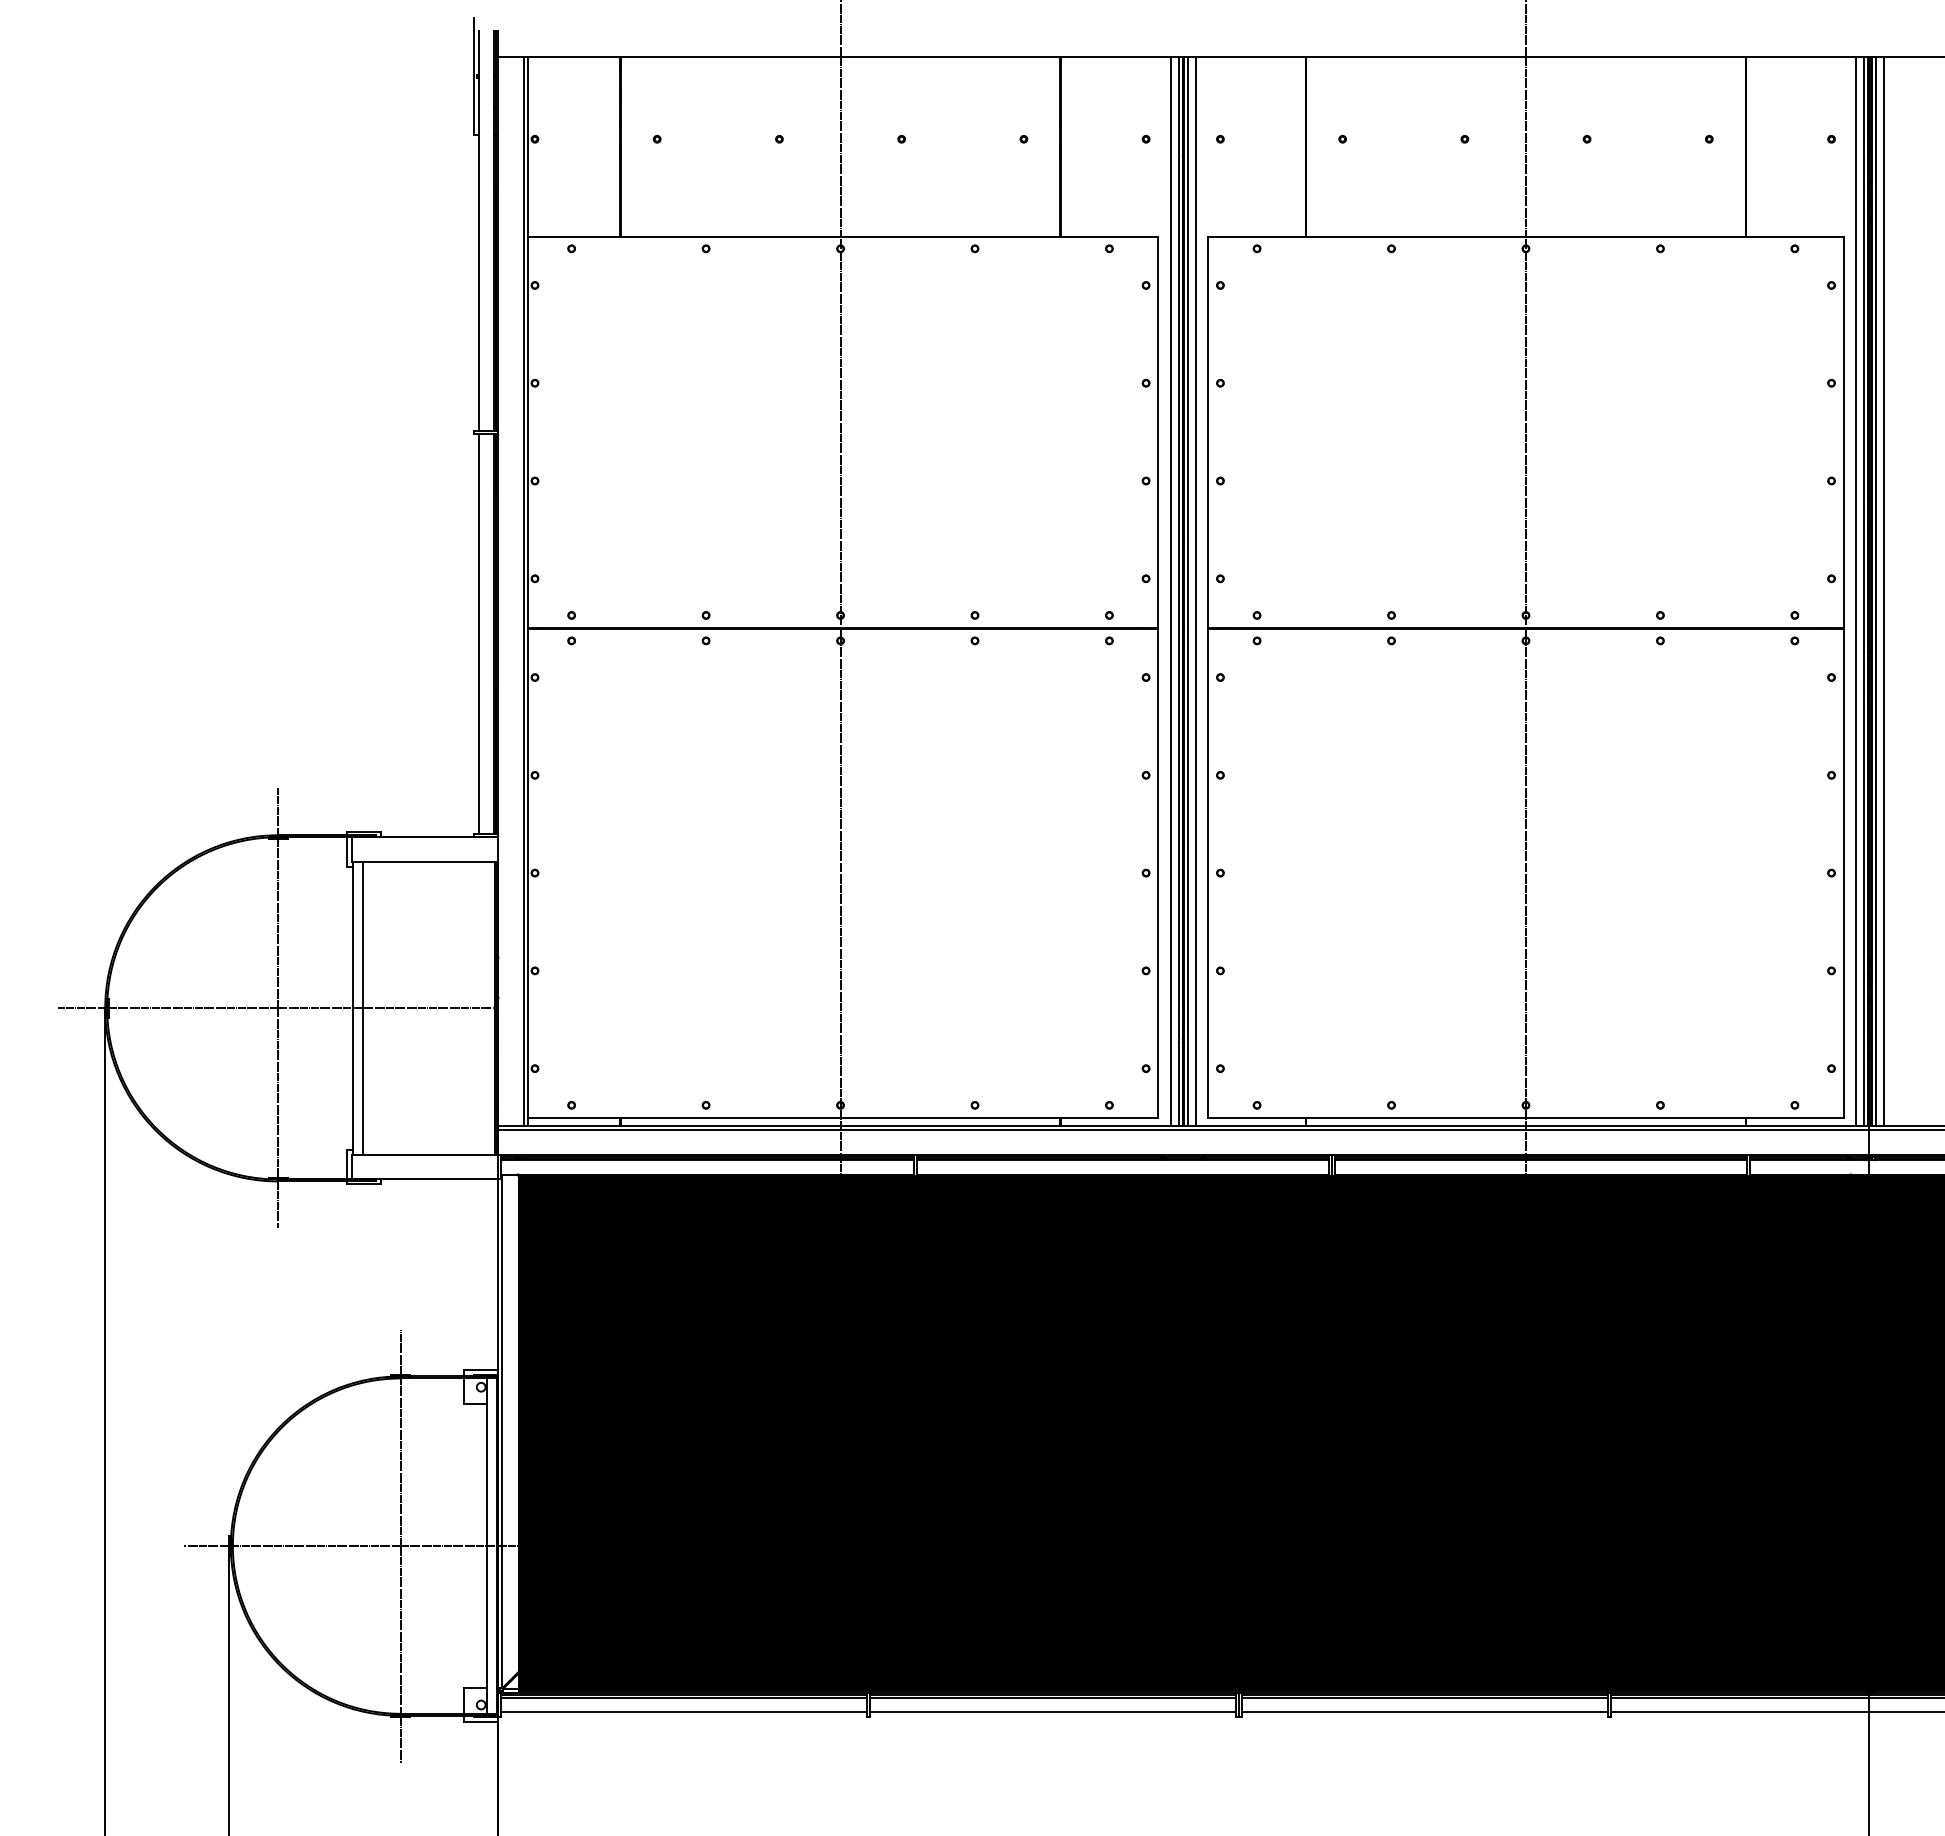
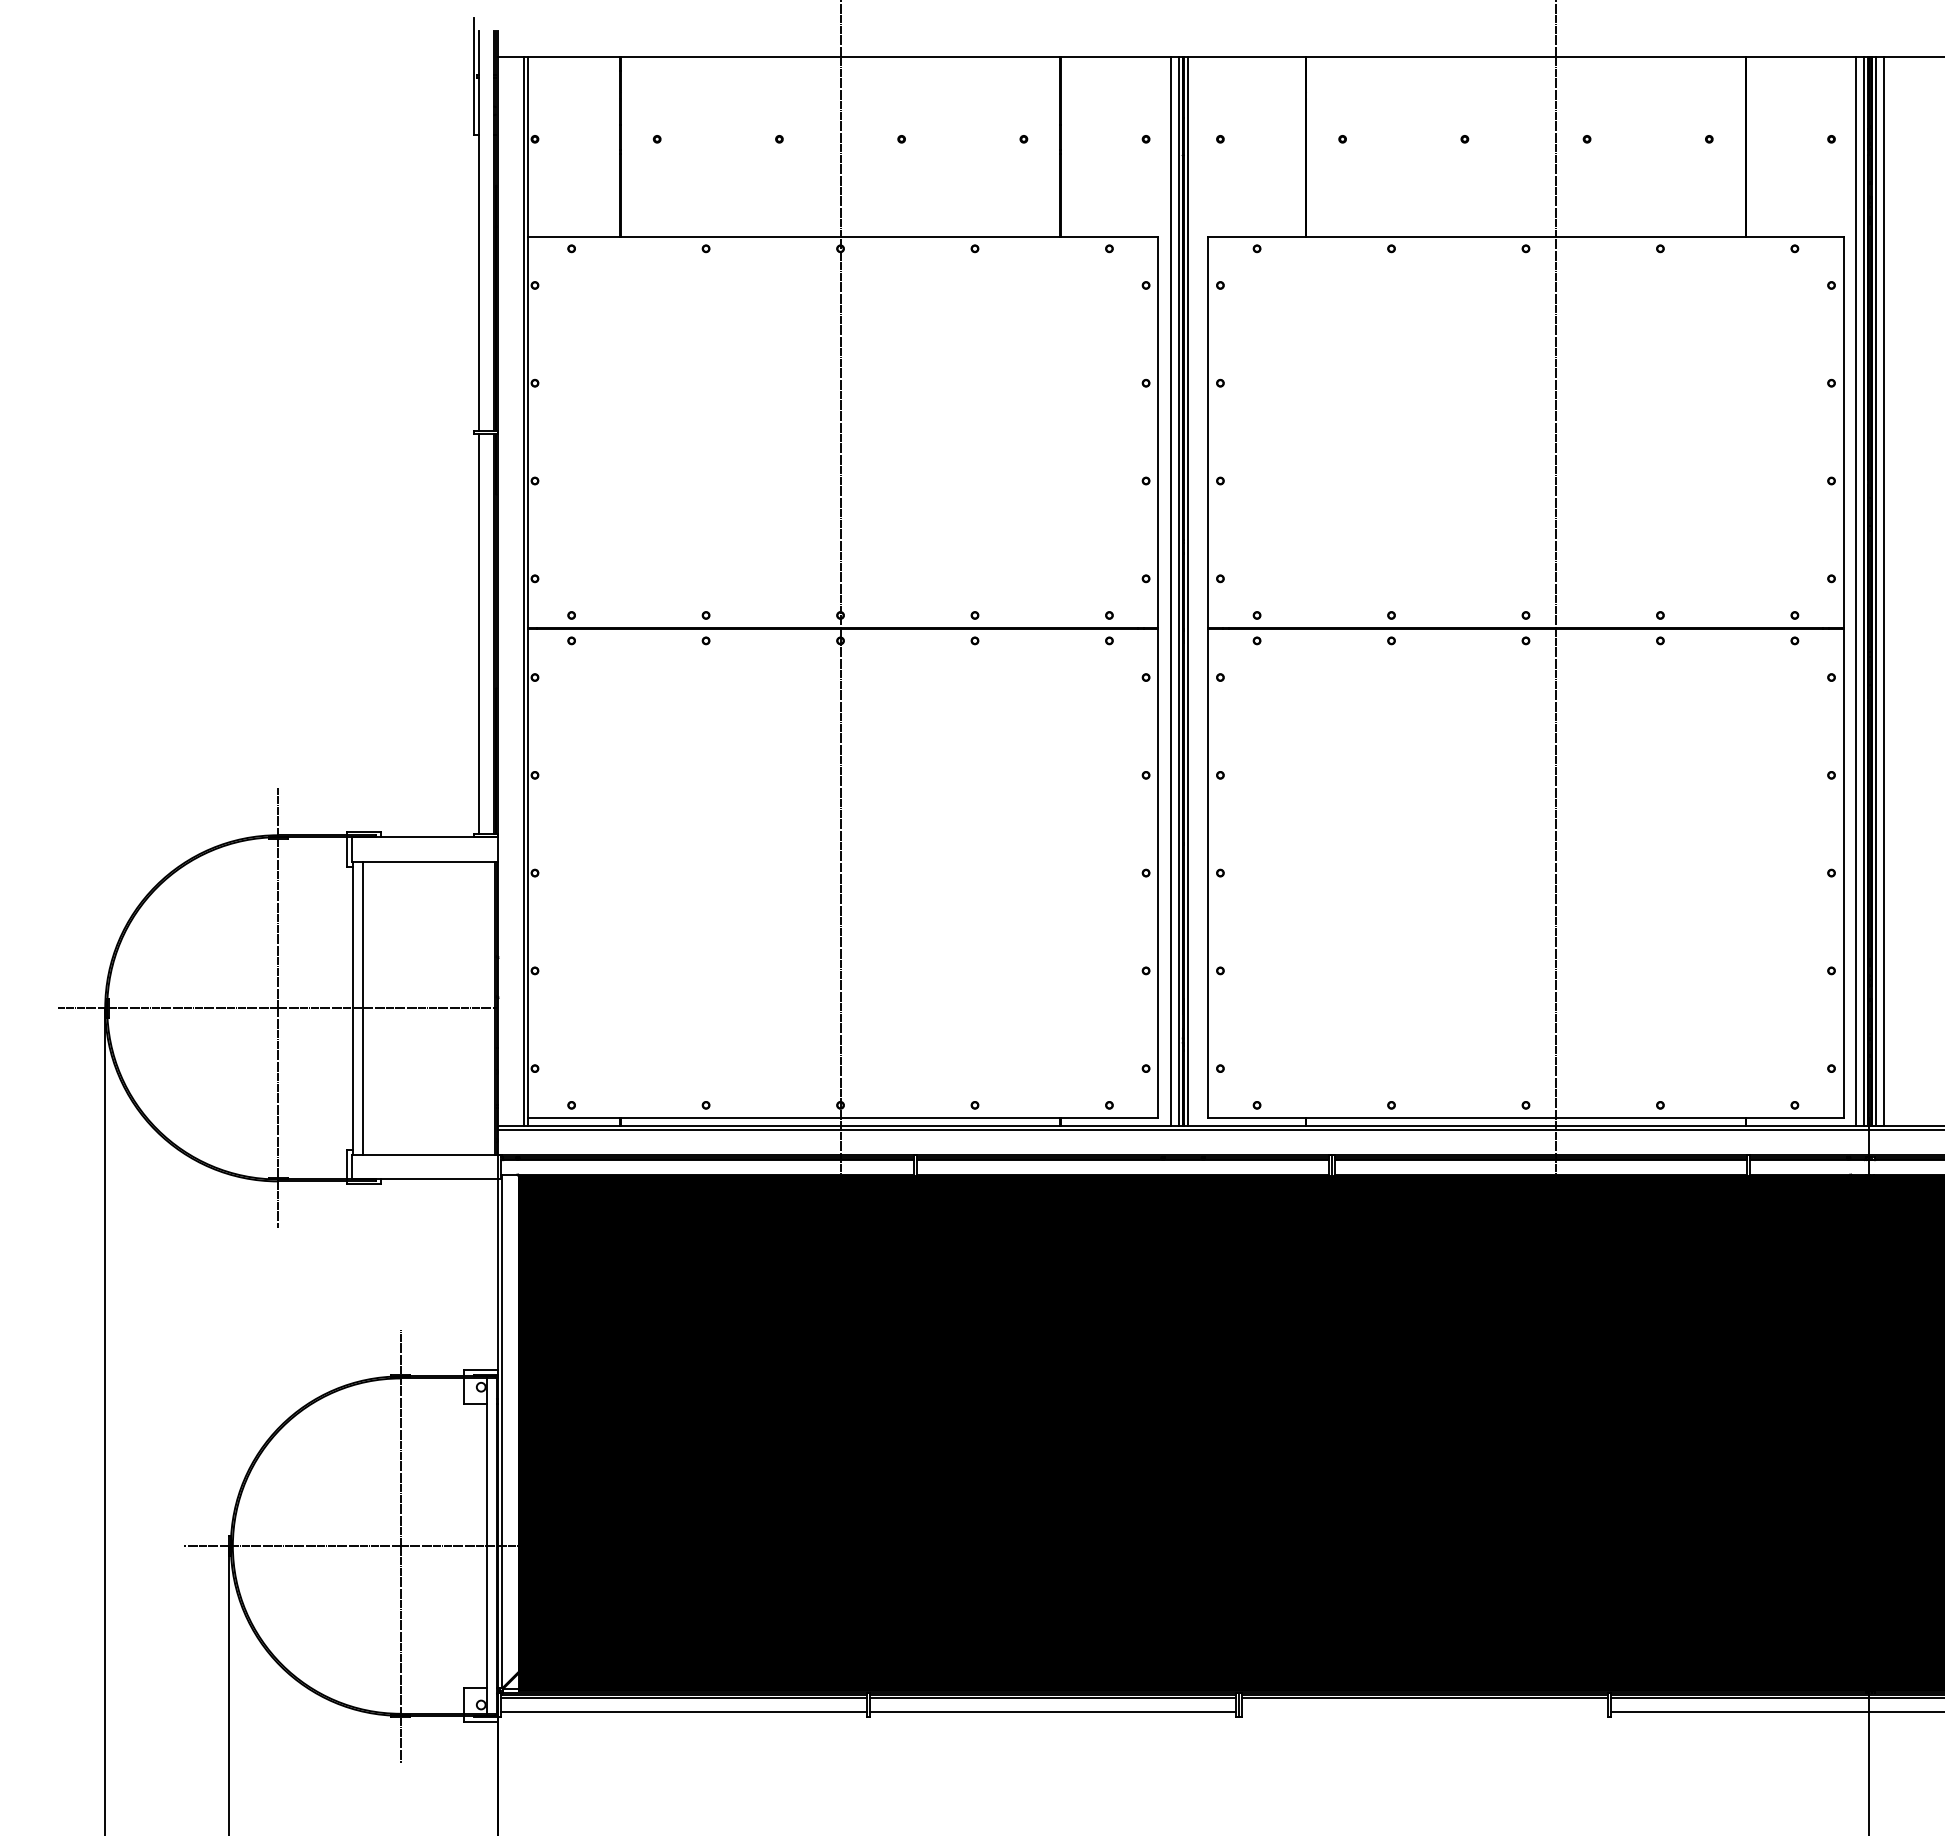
line at (1195, 591): present -> none
line at (1525, 615) position: (1525, 615) -> (1555, 615)
line at (1425, 1712): present -> none
